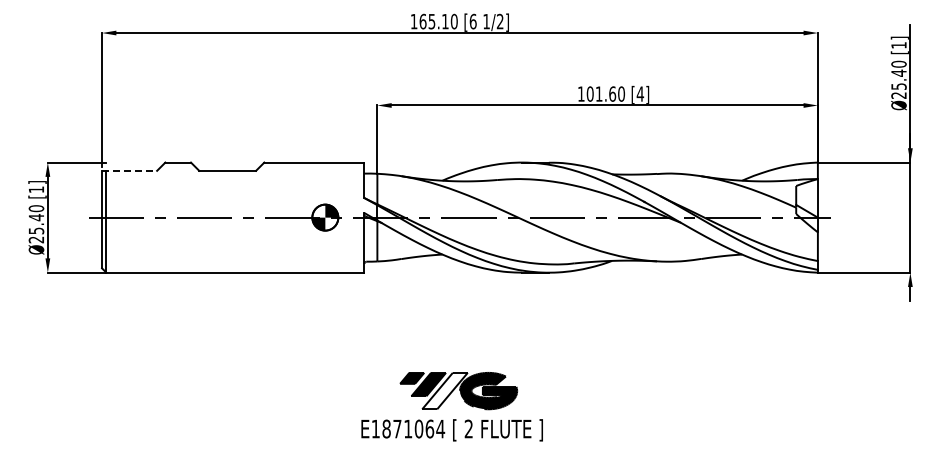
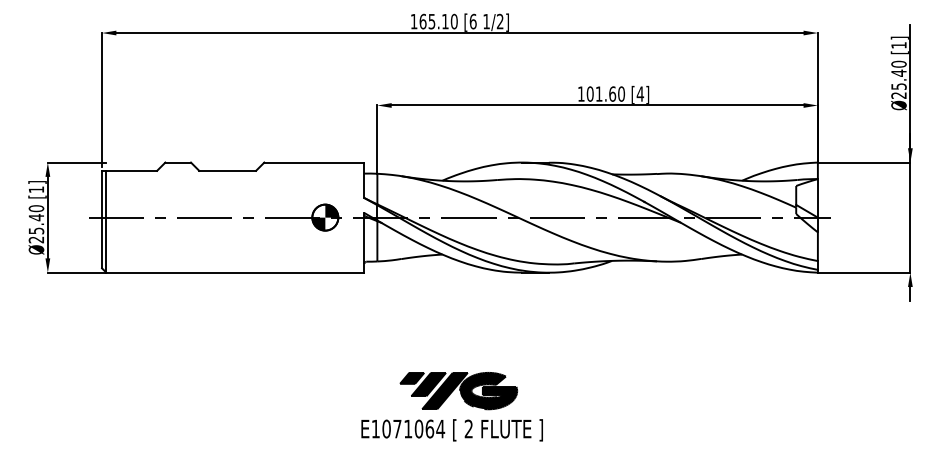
line at (129, 170): dashed -> solid
fill at (444, 390): none -> present
text at (386, 429): E1871064 -> E1071064
